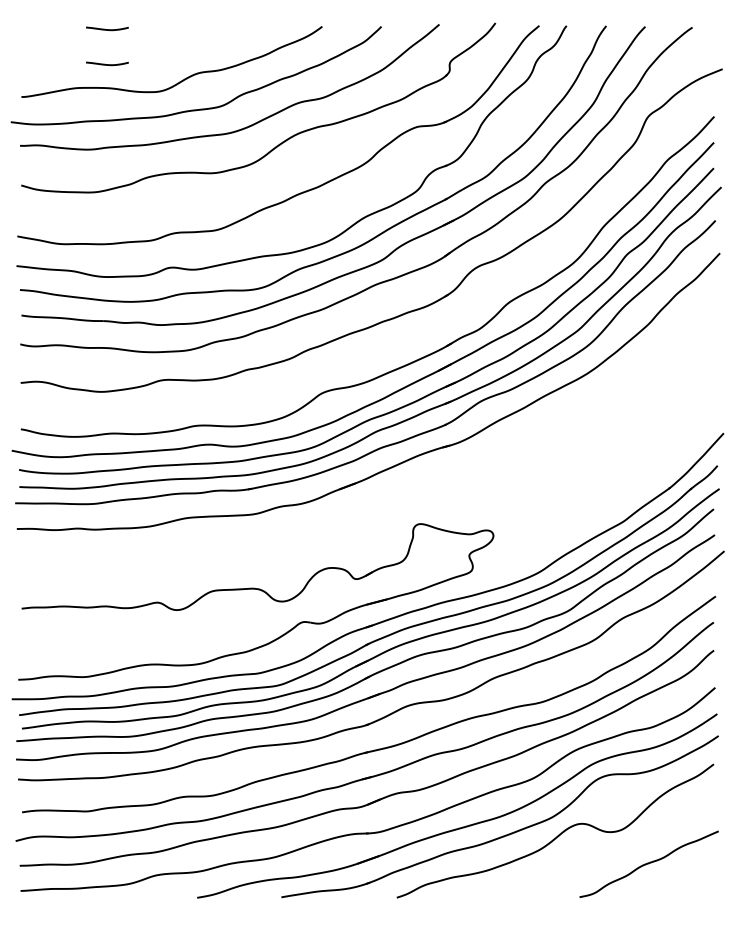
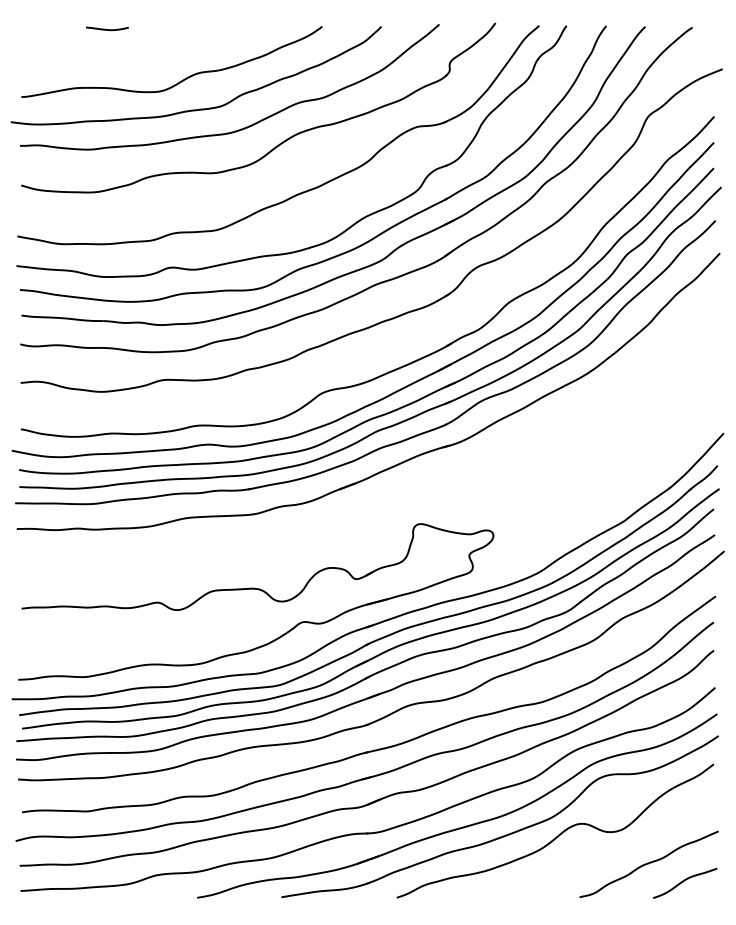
curve at (107, 64): present -> none
curve at (684, 881): none -> present
